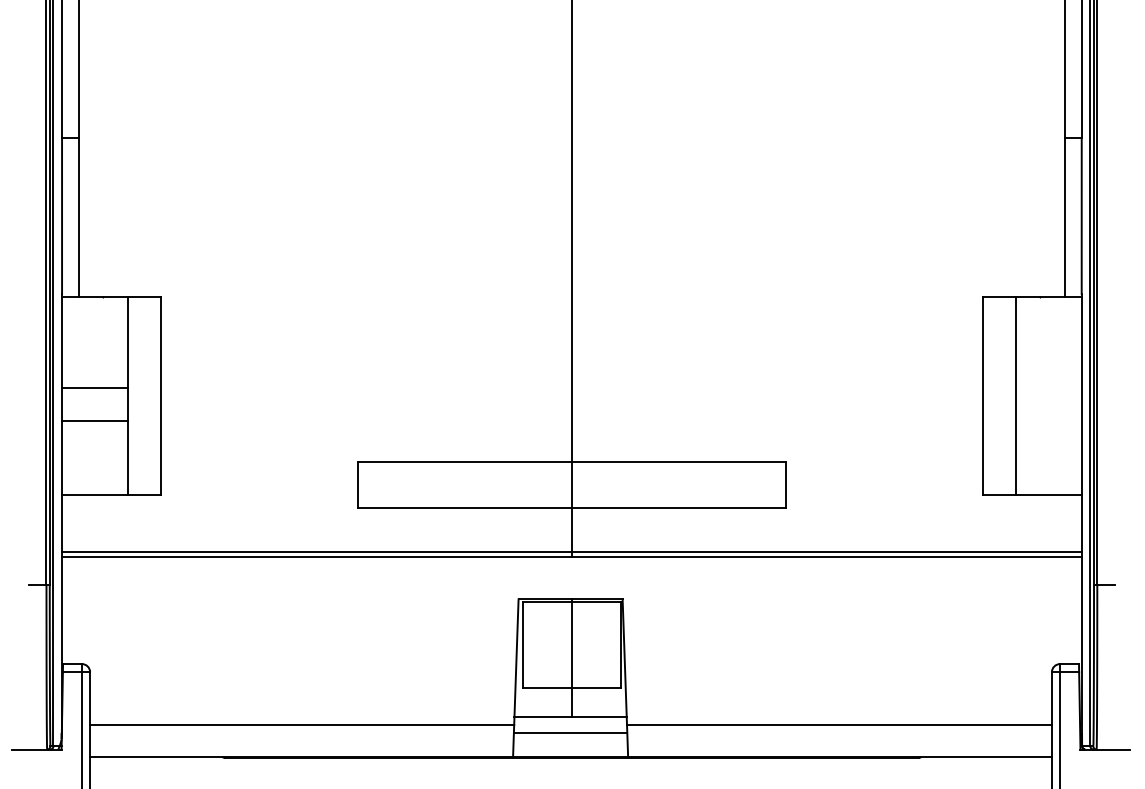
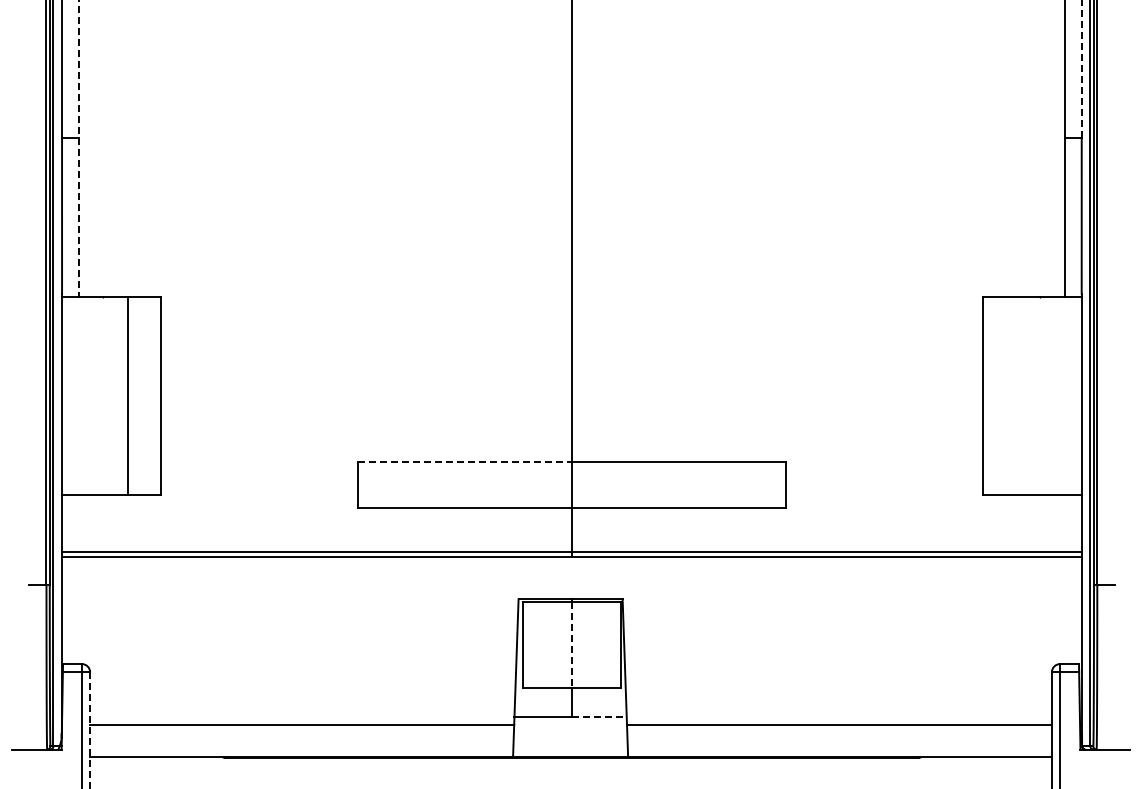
line at (1081, 69): solid -> dashed
line at (78, 149): solid -> dashed
line at (94, 387): present -> none
line at (1015, 395): present -> none
line at (94, 420): present -> none
line at (465, 462): solid -> dashed
line at (571, 645): solid -> dashed
line at (599, 716): solid -> dashed
line at (90, 730): solid -> dashed
line at (570, 732): present -> none
